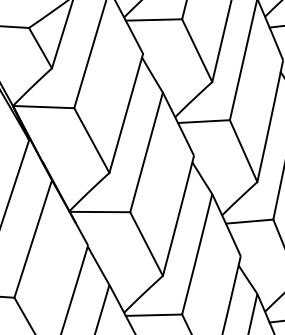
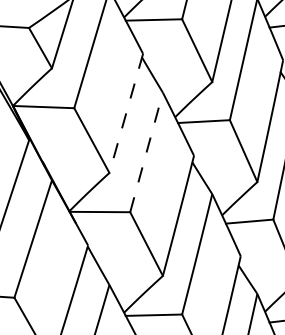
line at (126, 113): solid -> dashed
line at (146, 152): solid -> dashed
